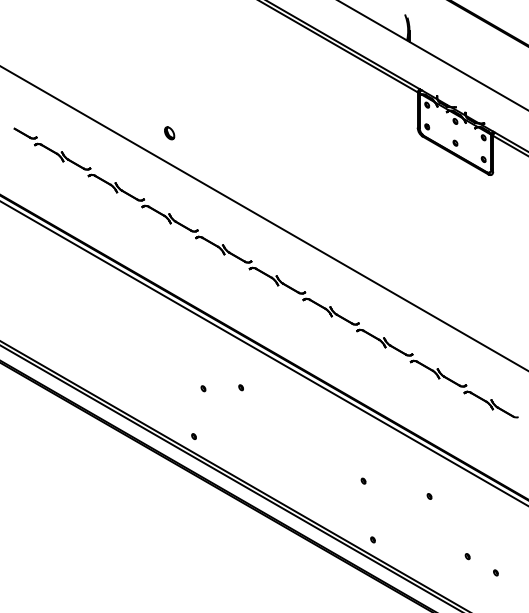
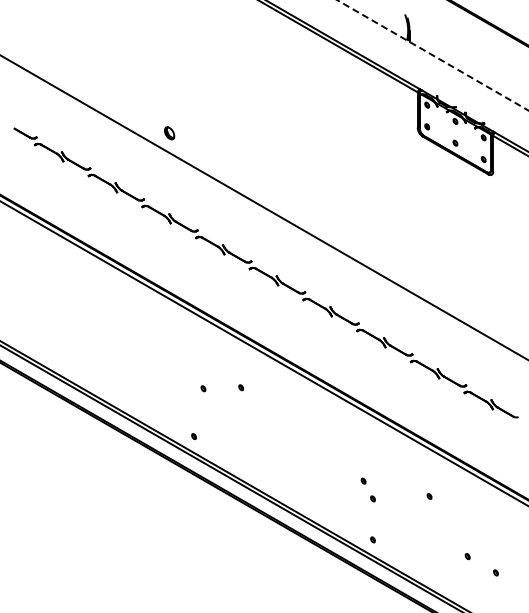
line at (433, 55): solid -> dashed
line at (263, 218) position: (263, 218) -> (263, 207)
part at (372, 498): none -> present
